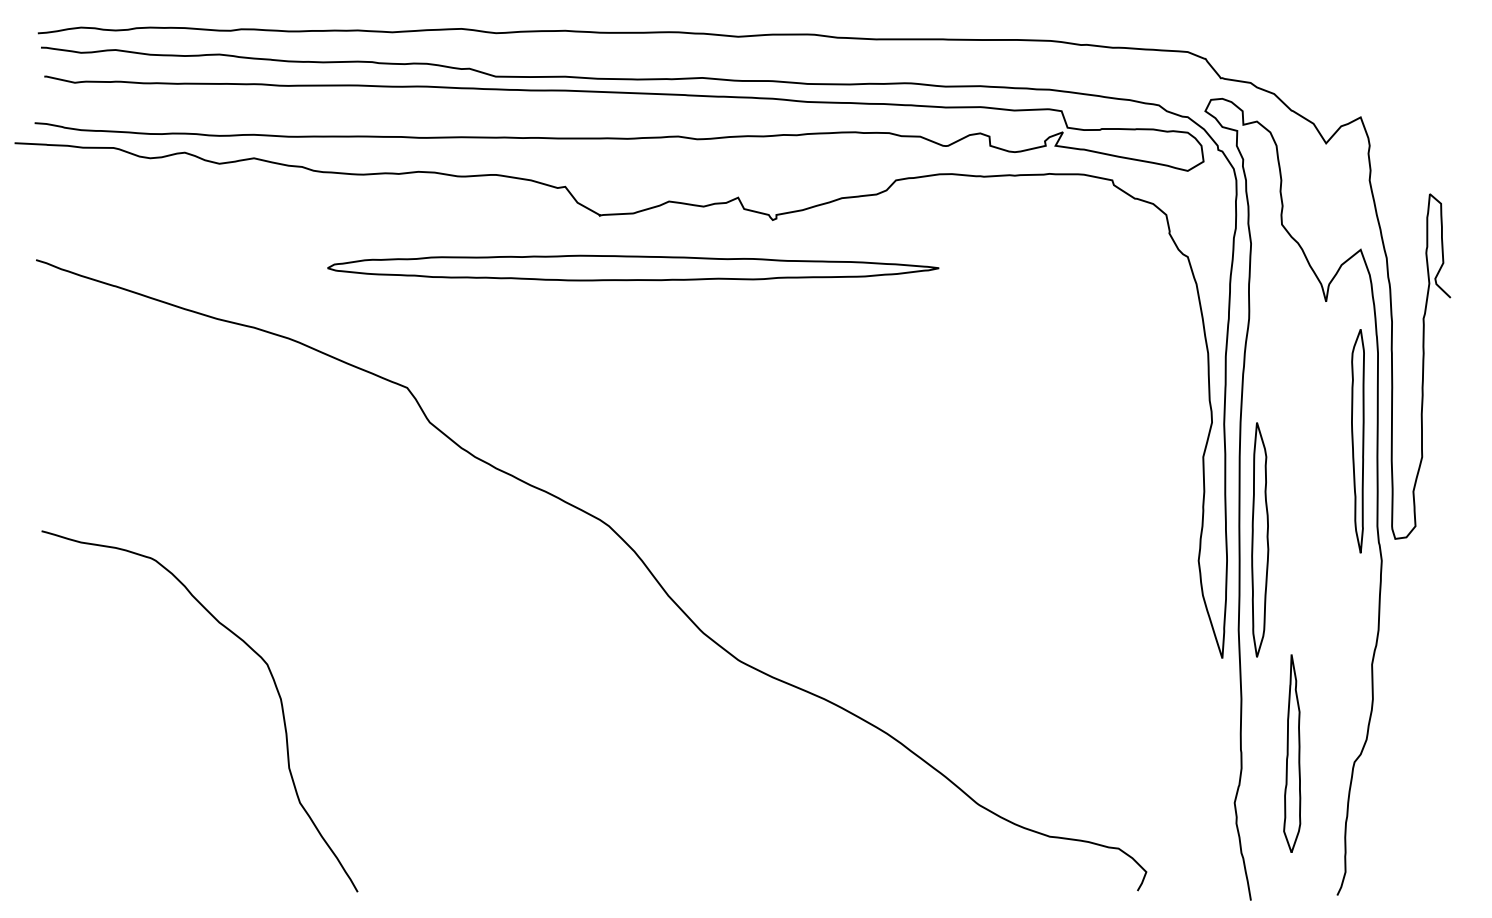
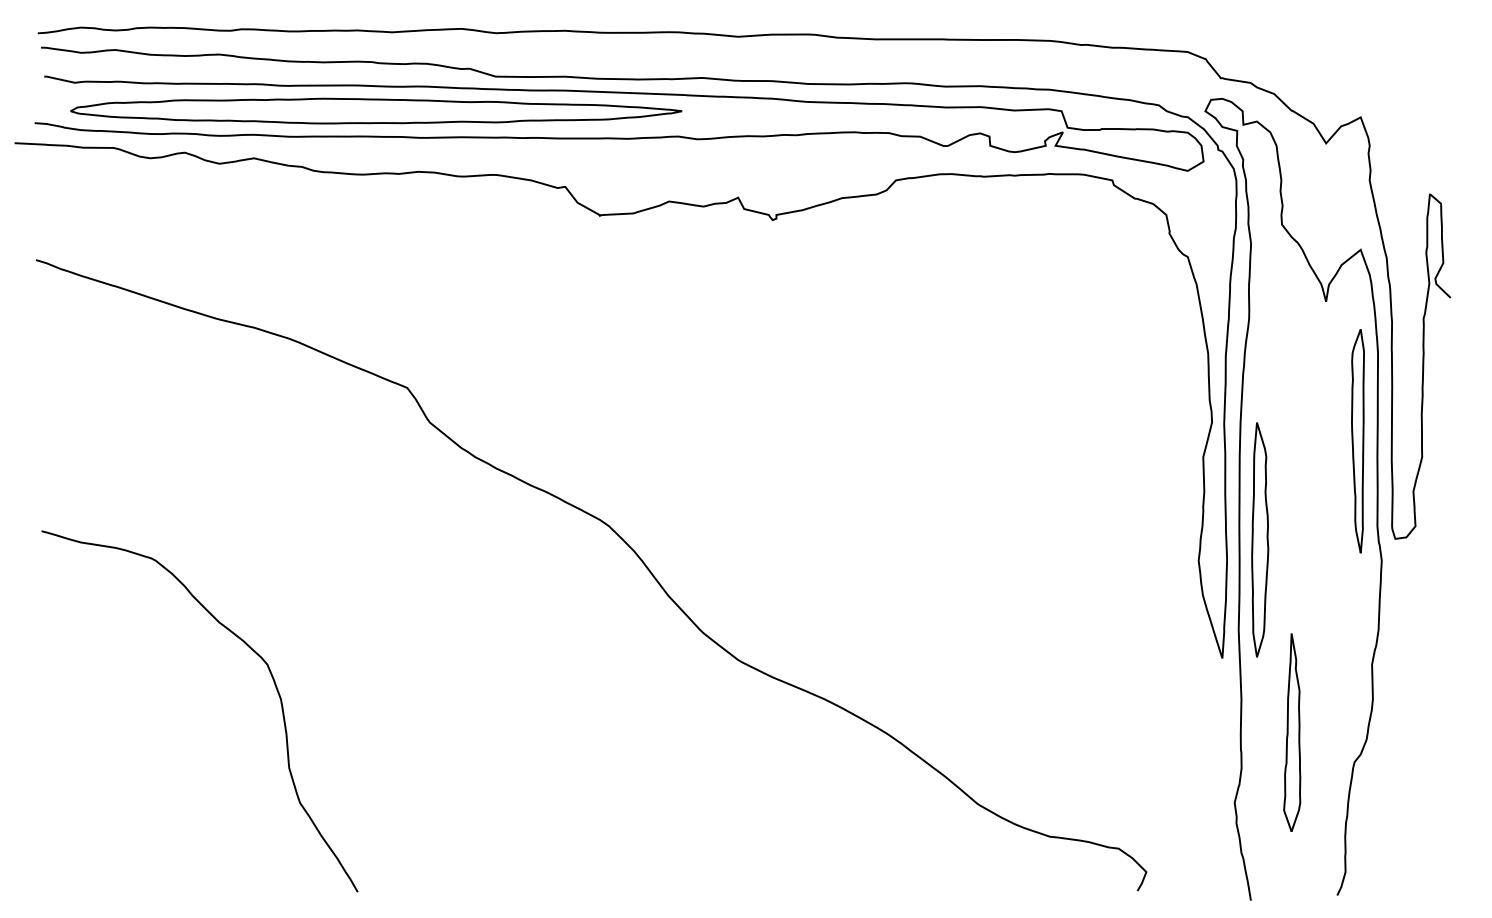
part at (633, 267) position: (633, 267) -> (376, 110)
part at (1292, 753) position: (1292, 753) -> (1292, 732)
